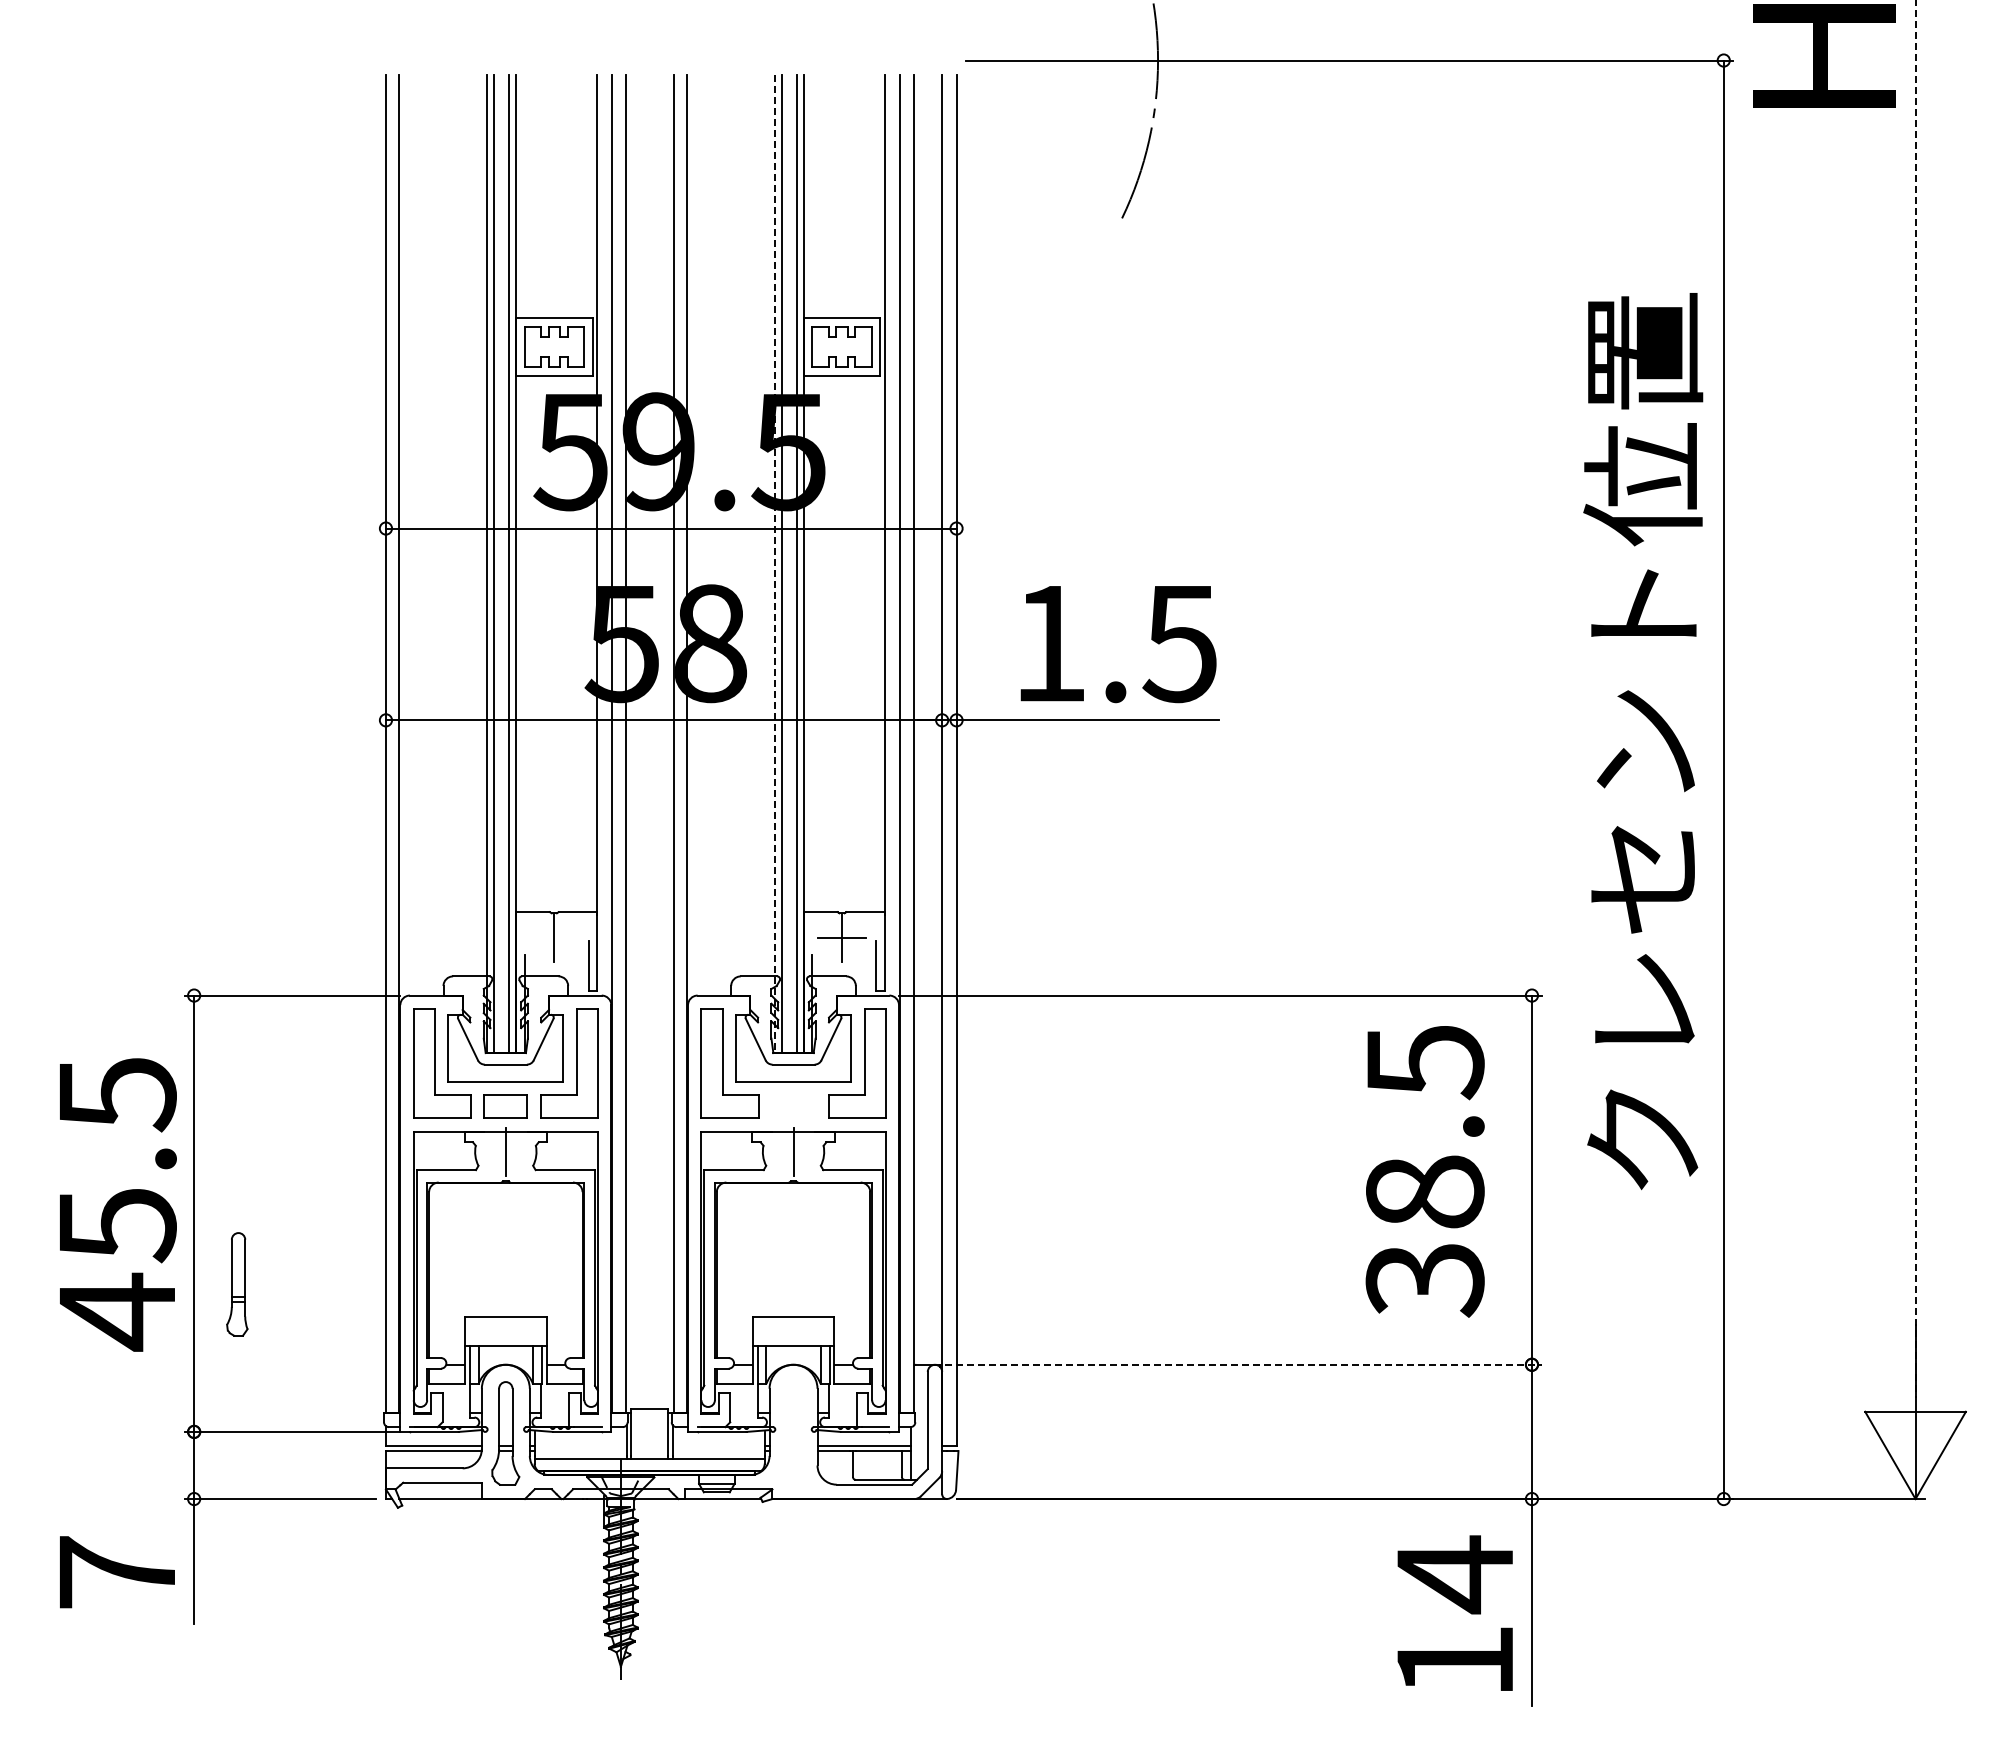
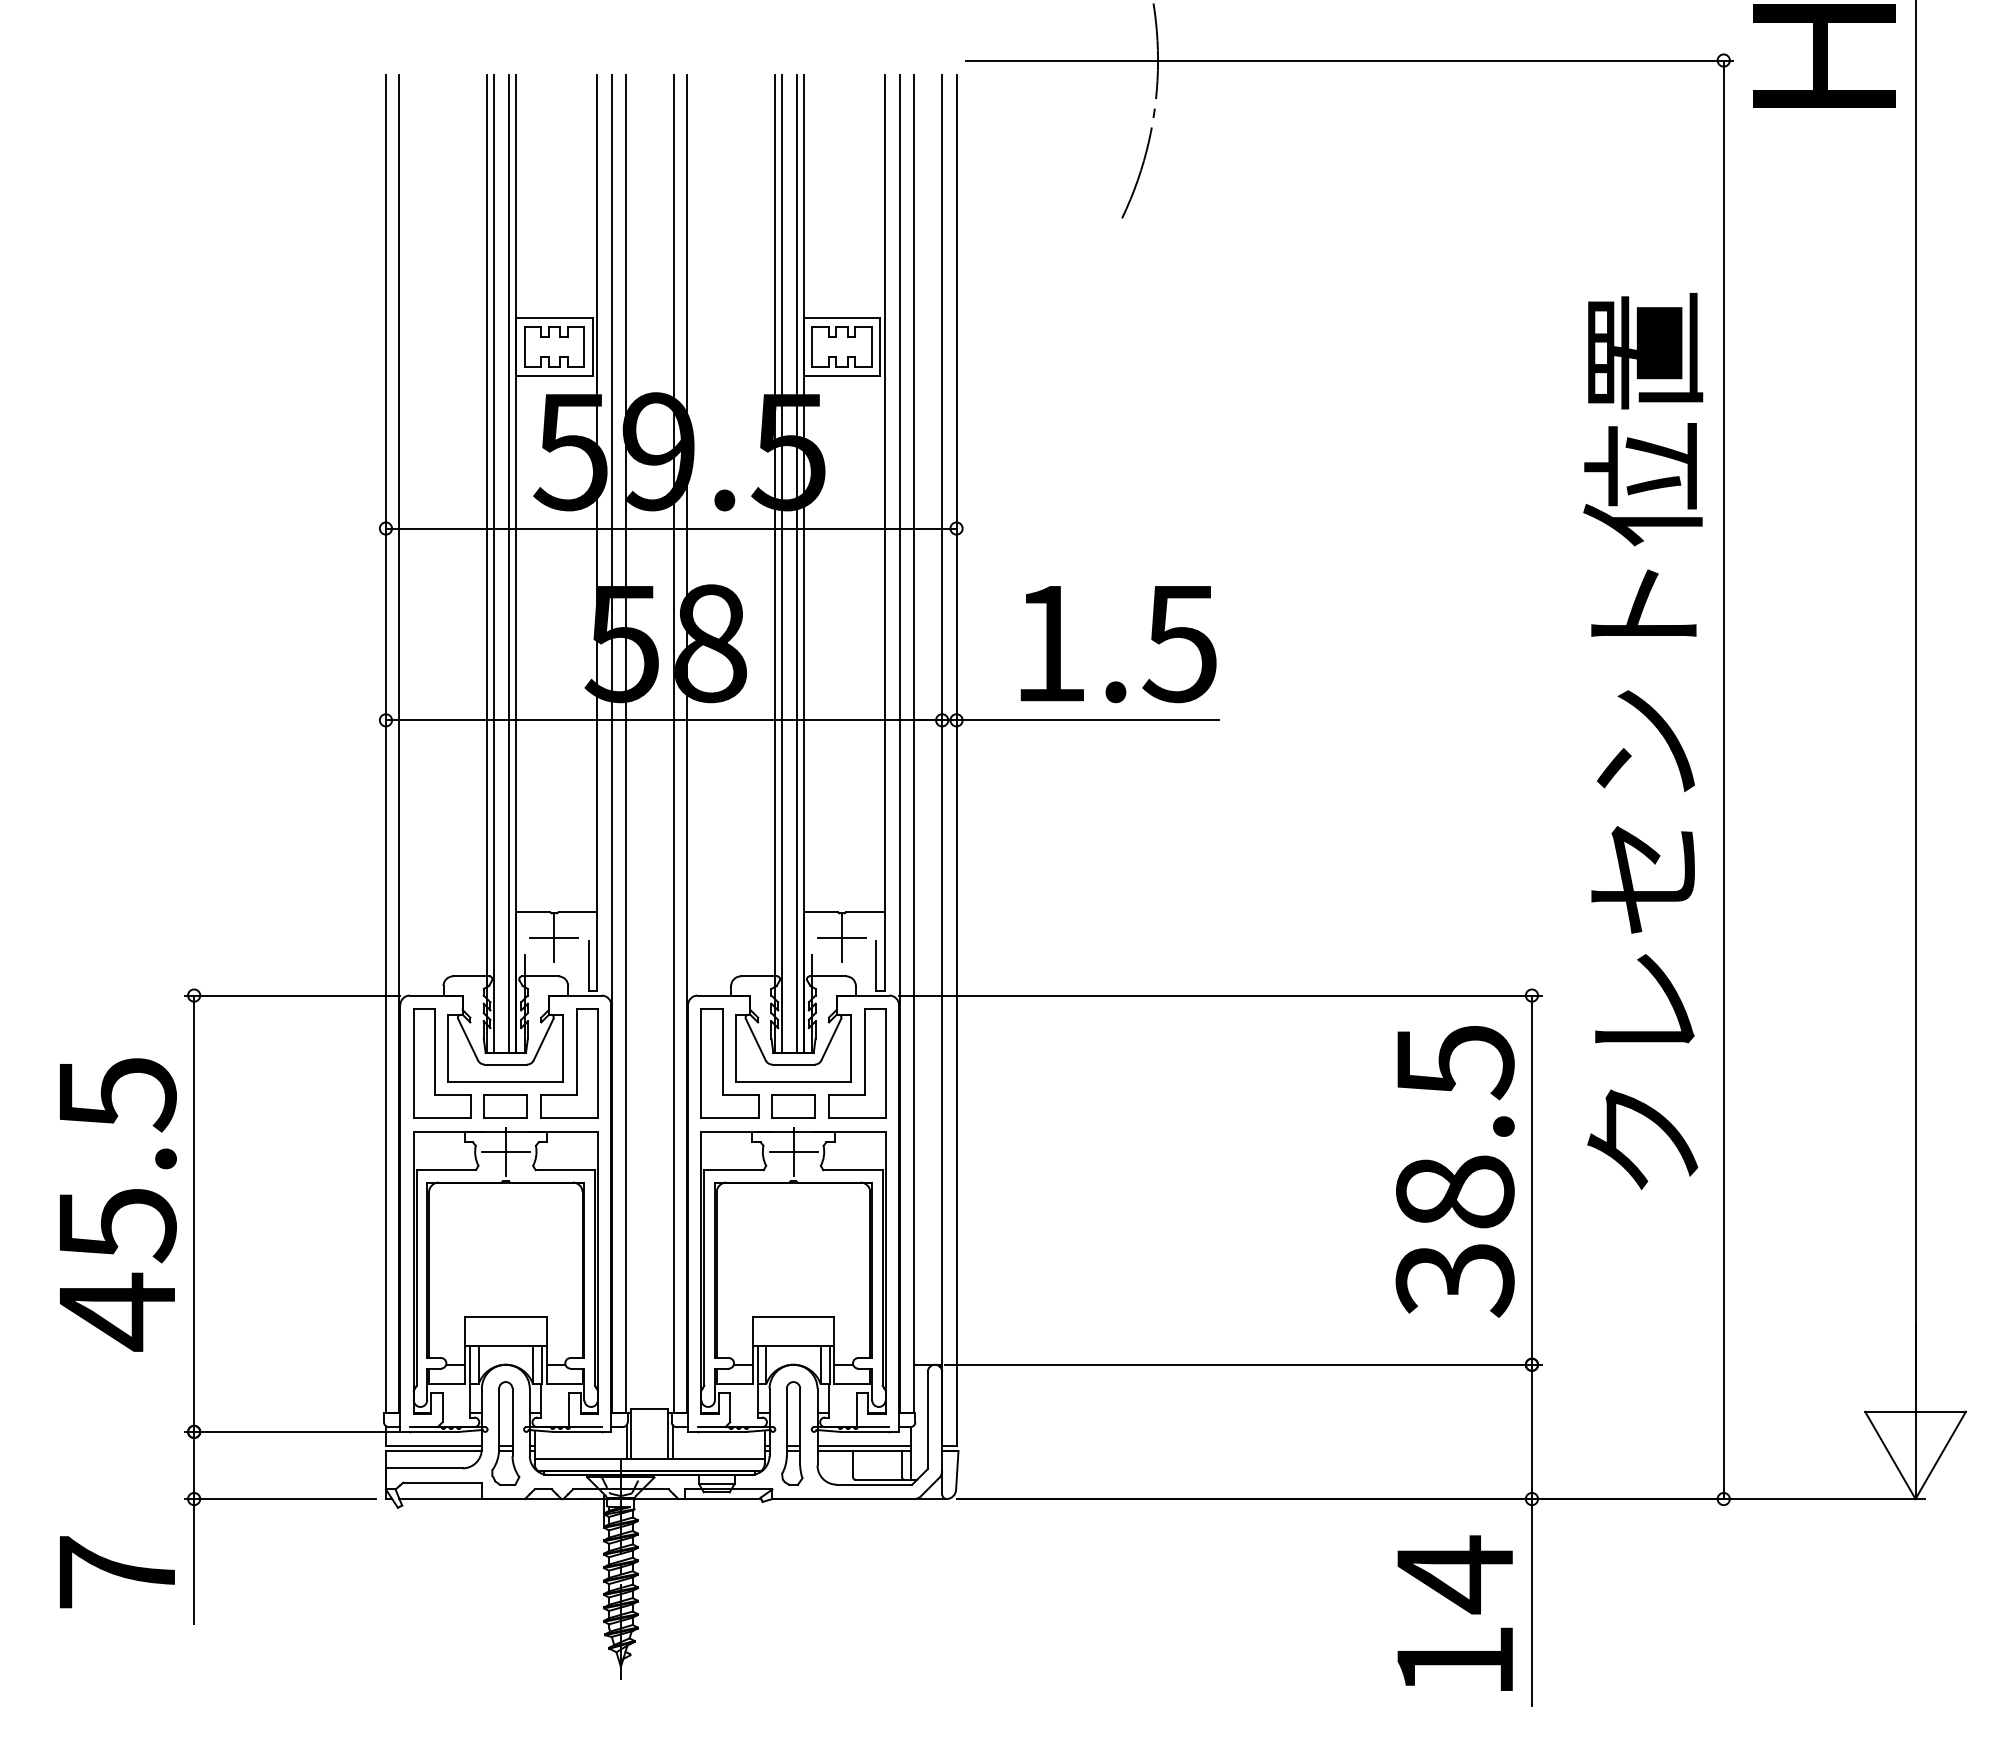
line at (774, 564): dashed -> solid
line at (1915, 699): dashed -> solid
line at (554, 938): none -> present
part at (793, 1106): none -> present
line at (505, 1151): none -> present
line at (793, 1151): none -> present
text at (1424, 1171) position: (1424, 1171) -> (1454, 1171)
part at (237, 1284) position: (237, 1284) -> (792, 1433)
line at (1243, 1364): dashed -> solid
